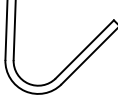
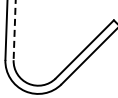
line at (14, 30): solid -> dashed
